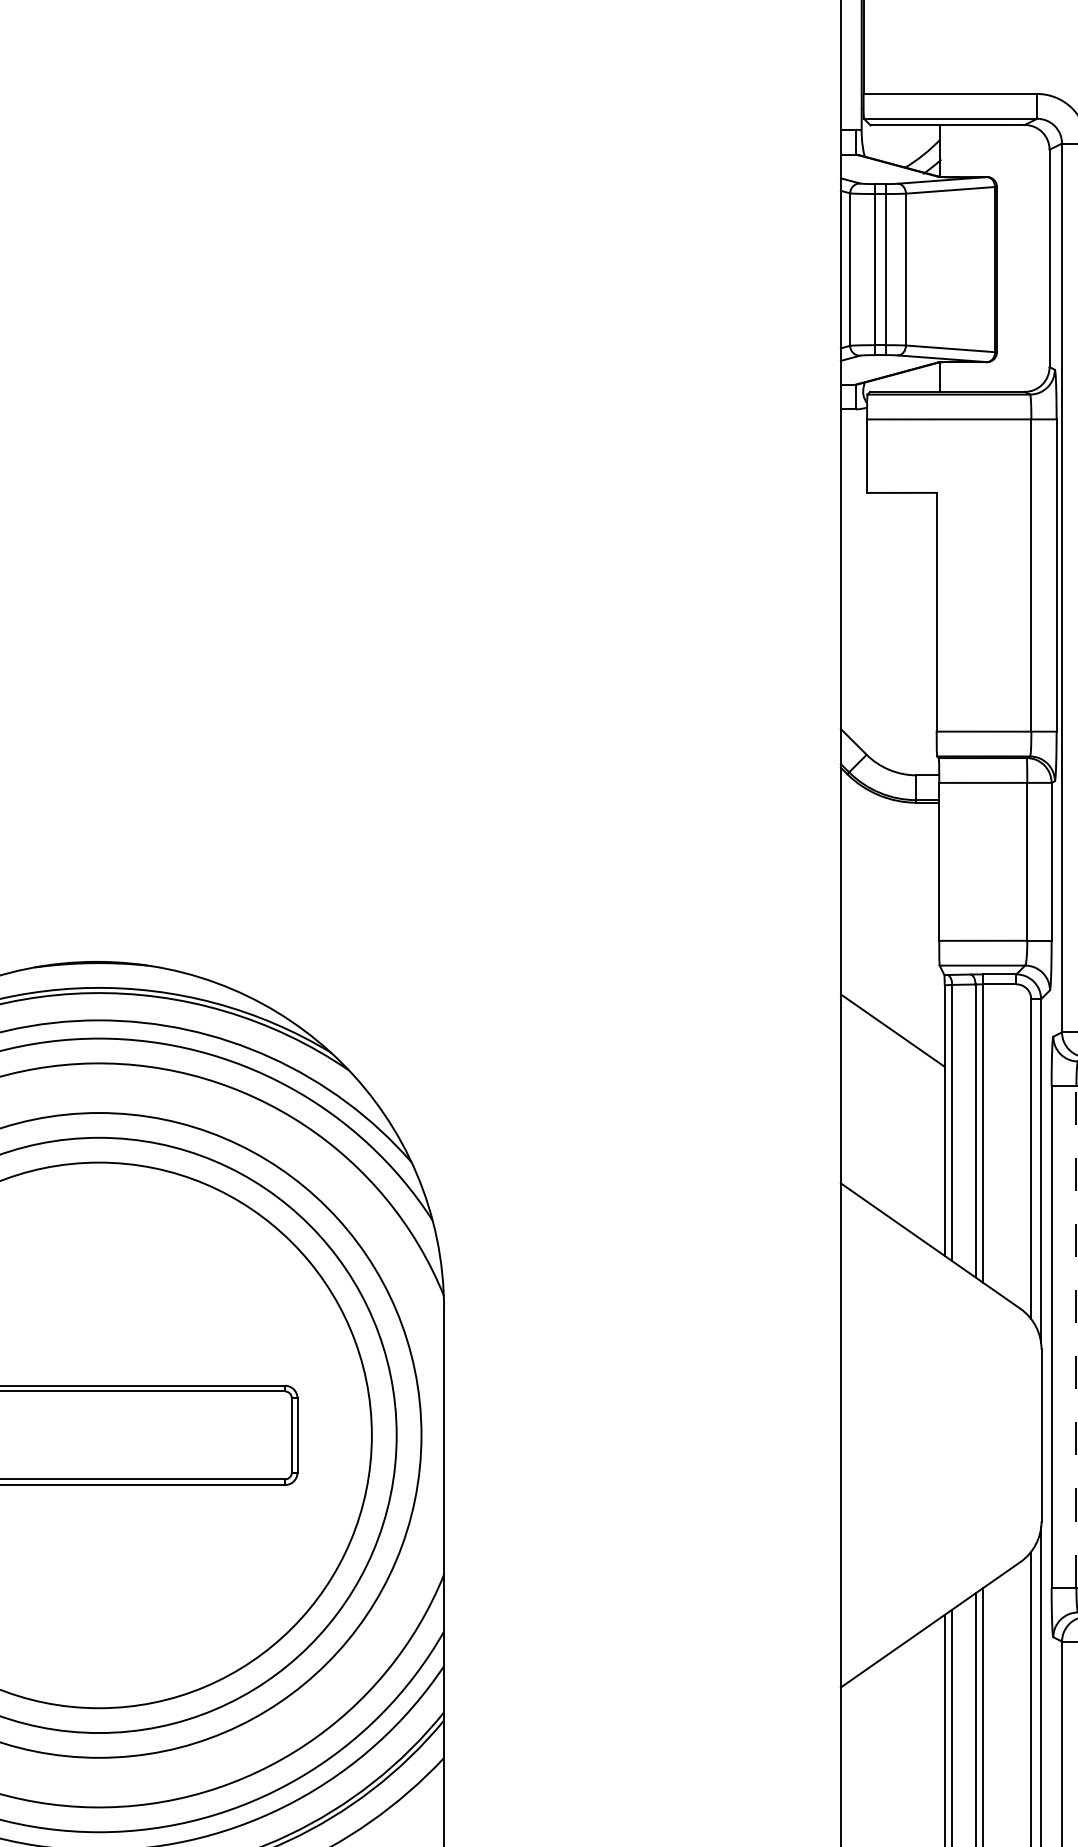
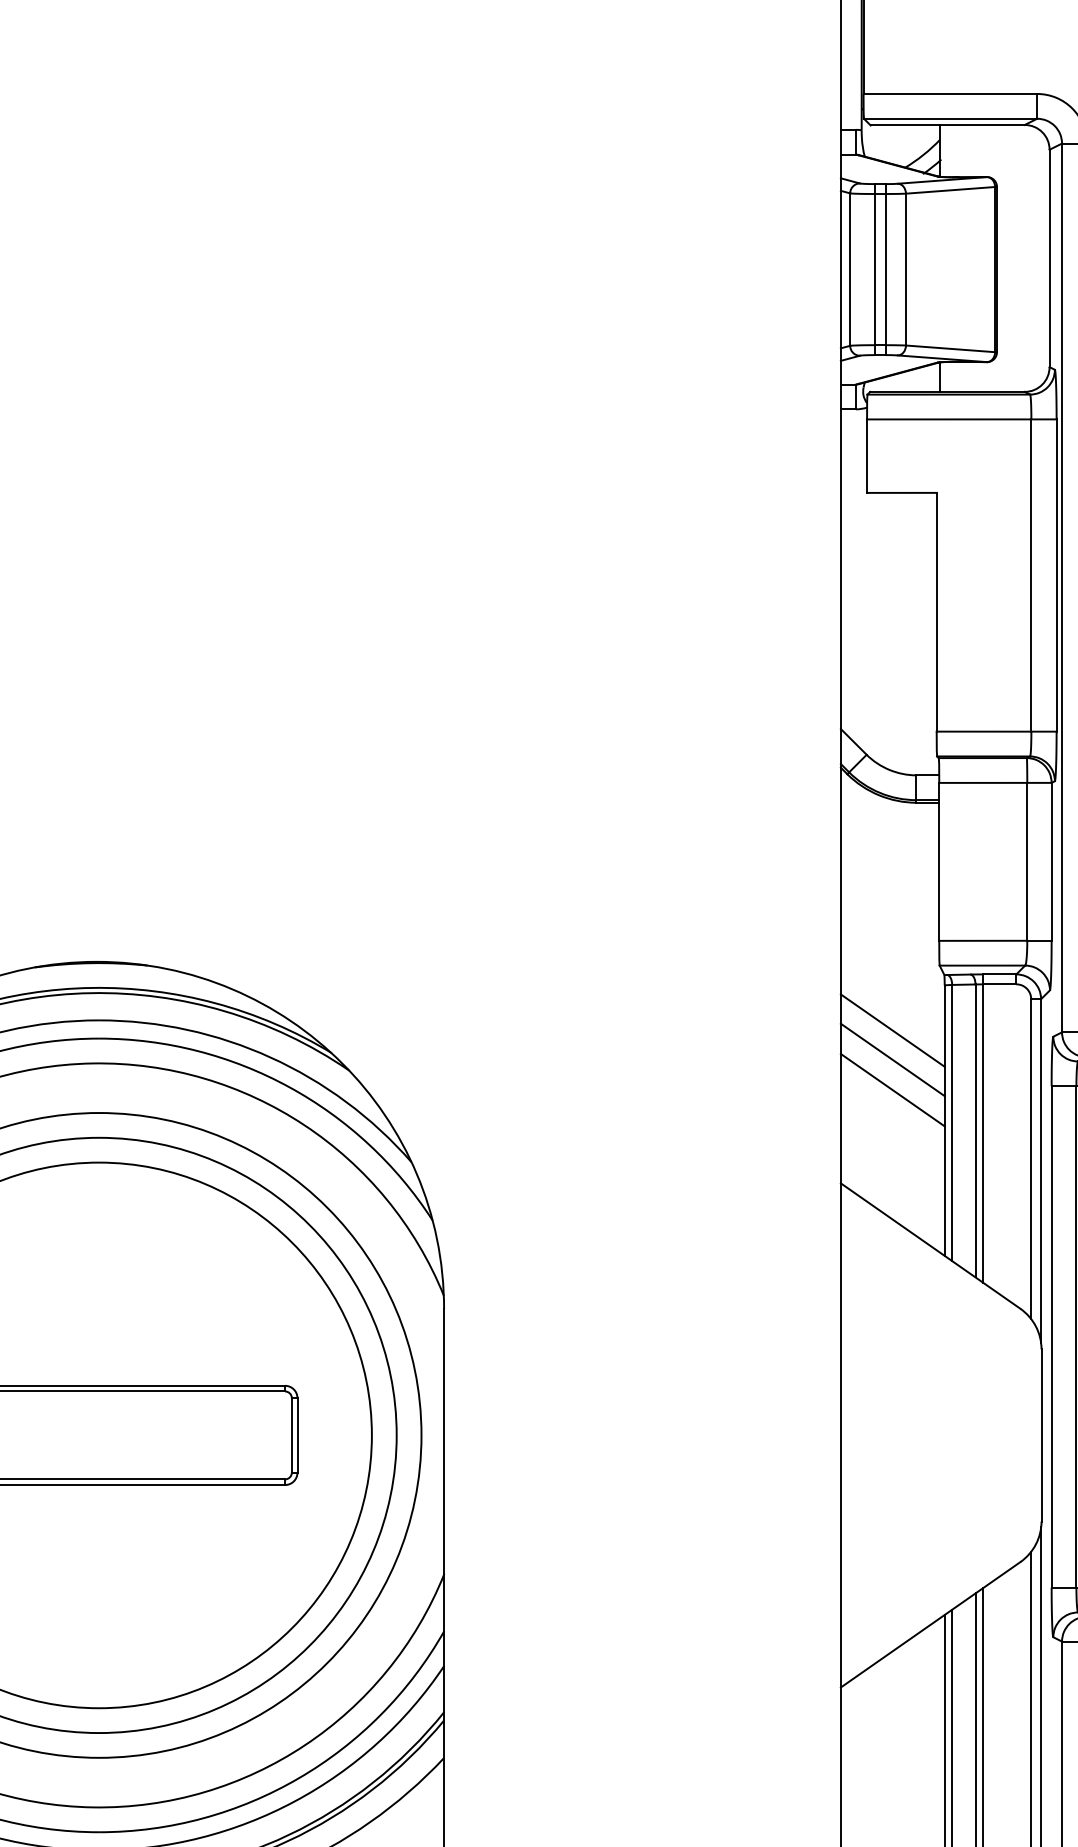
line at (892, 1059): none -> present
line at (892, 1090): none -> present
line at (1076, 1336): dashed -> solid
